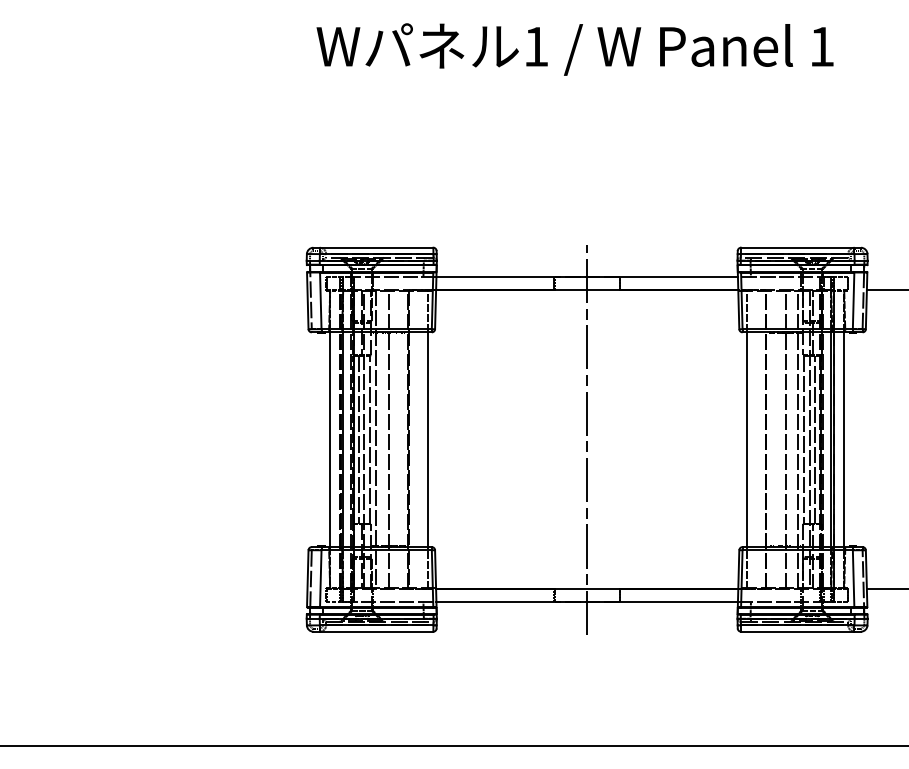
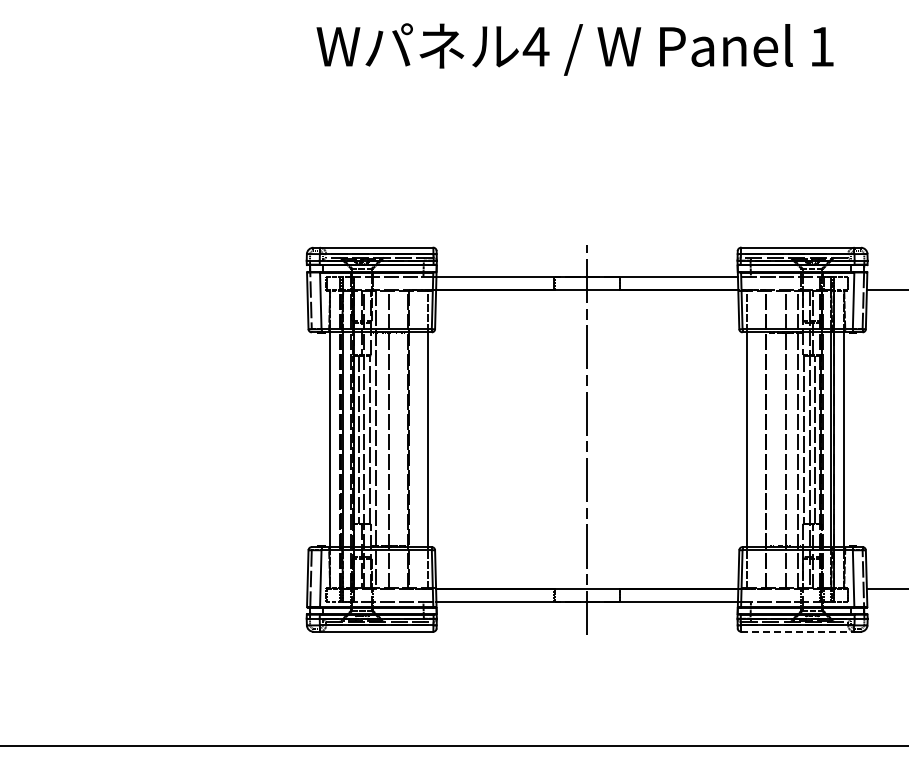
text at (535, 46): 1 -> 4
line at (797, 631): solid -> dashed
